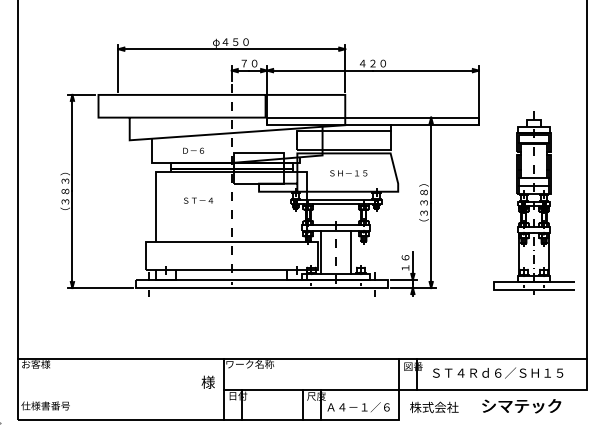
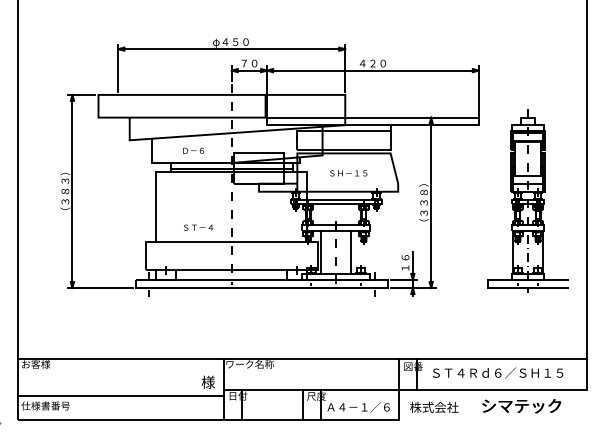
text at (198, 200) position: (198, 200) -> (198, 227)
part at (533, 202) position: (533, 202) -> (527, 200)
line at (120, 395): none -> present
